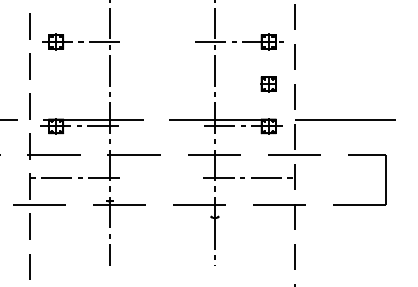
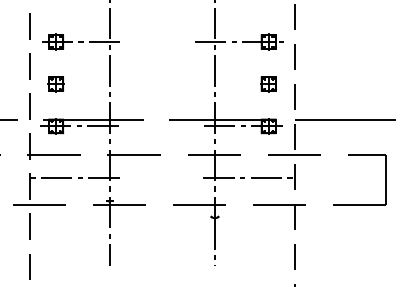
part at (55, 84): none -> present
